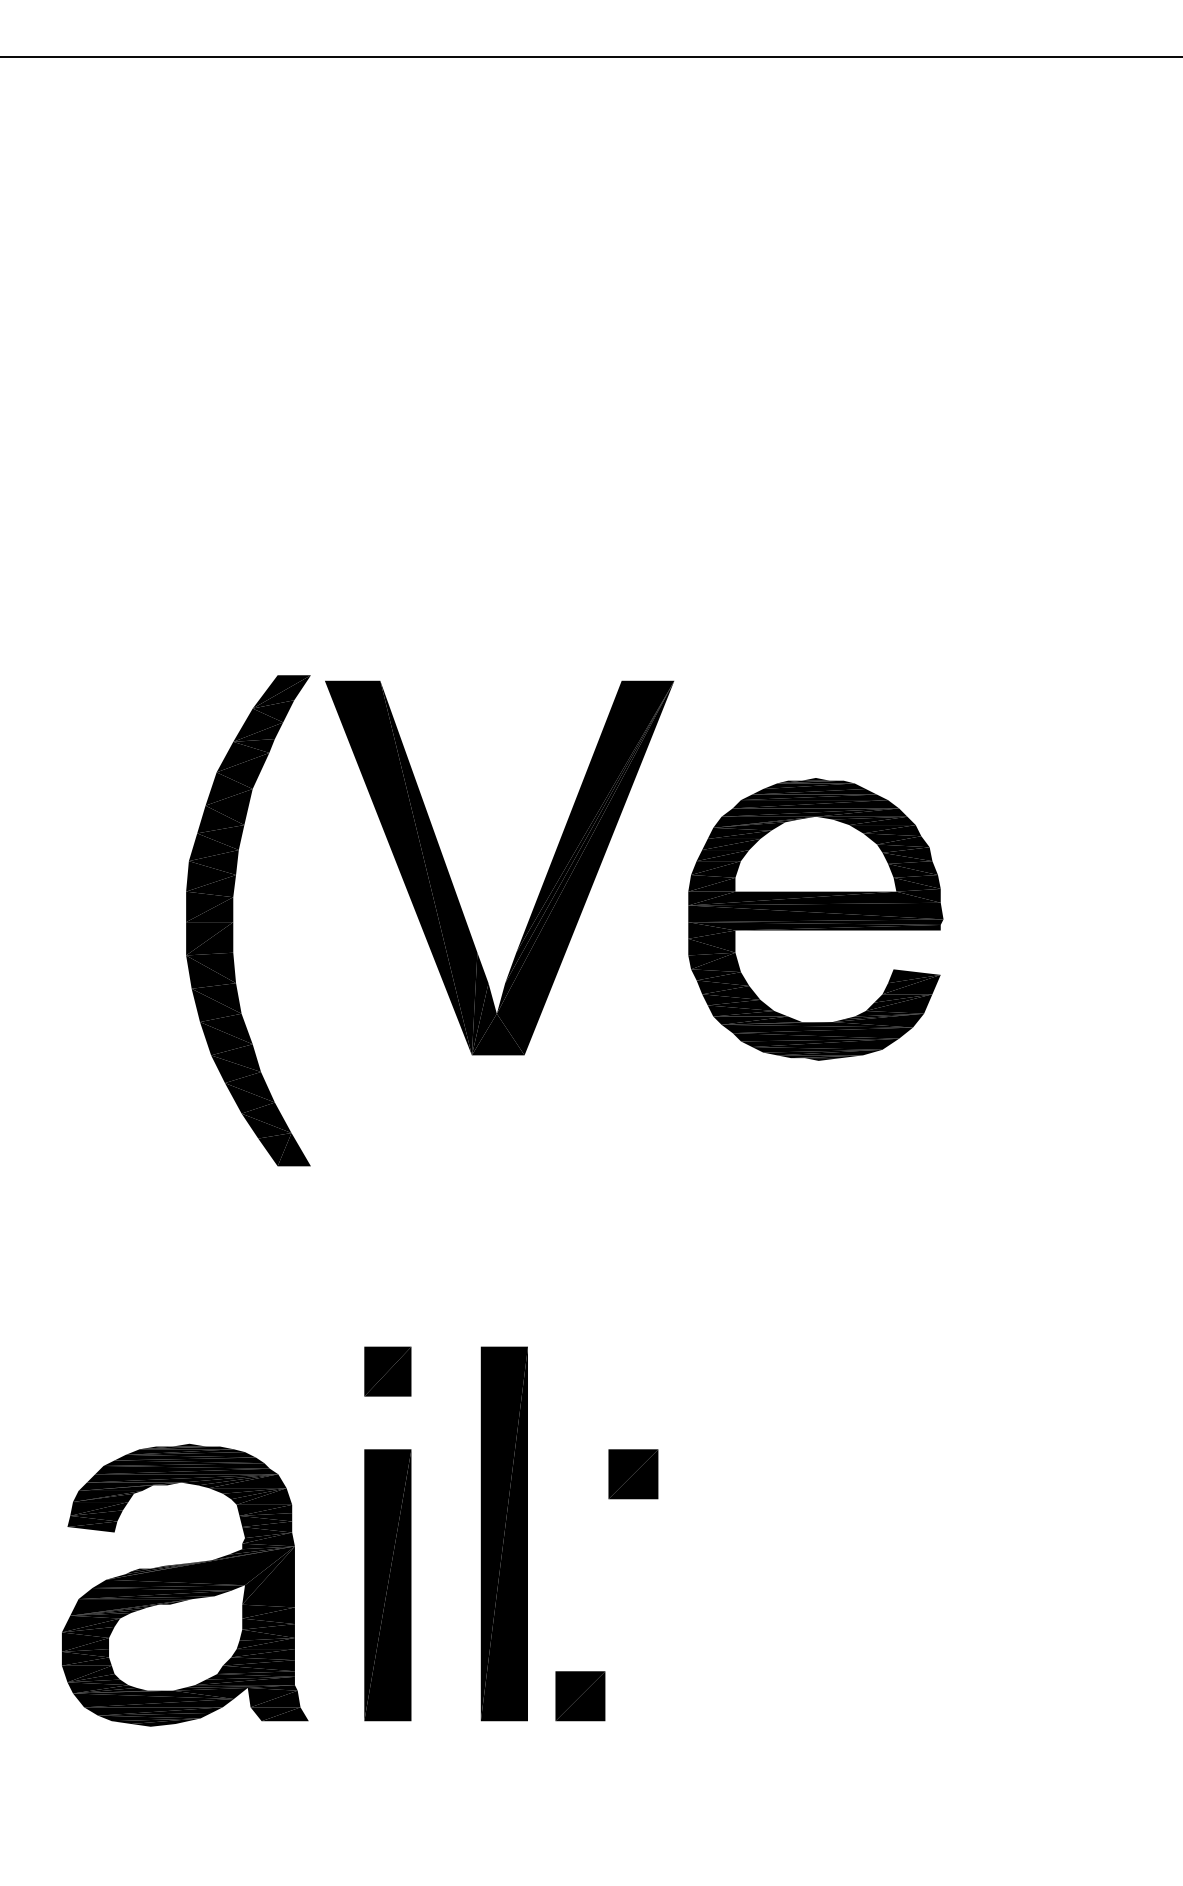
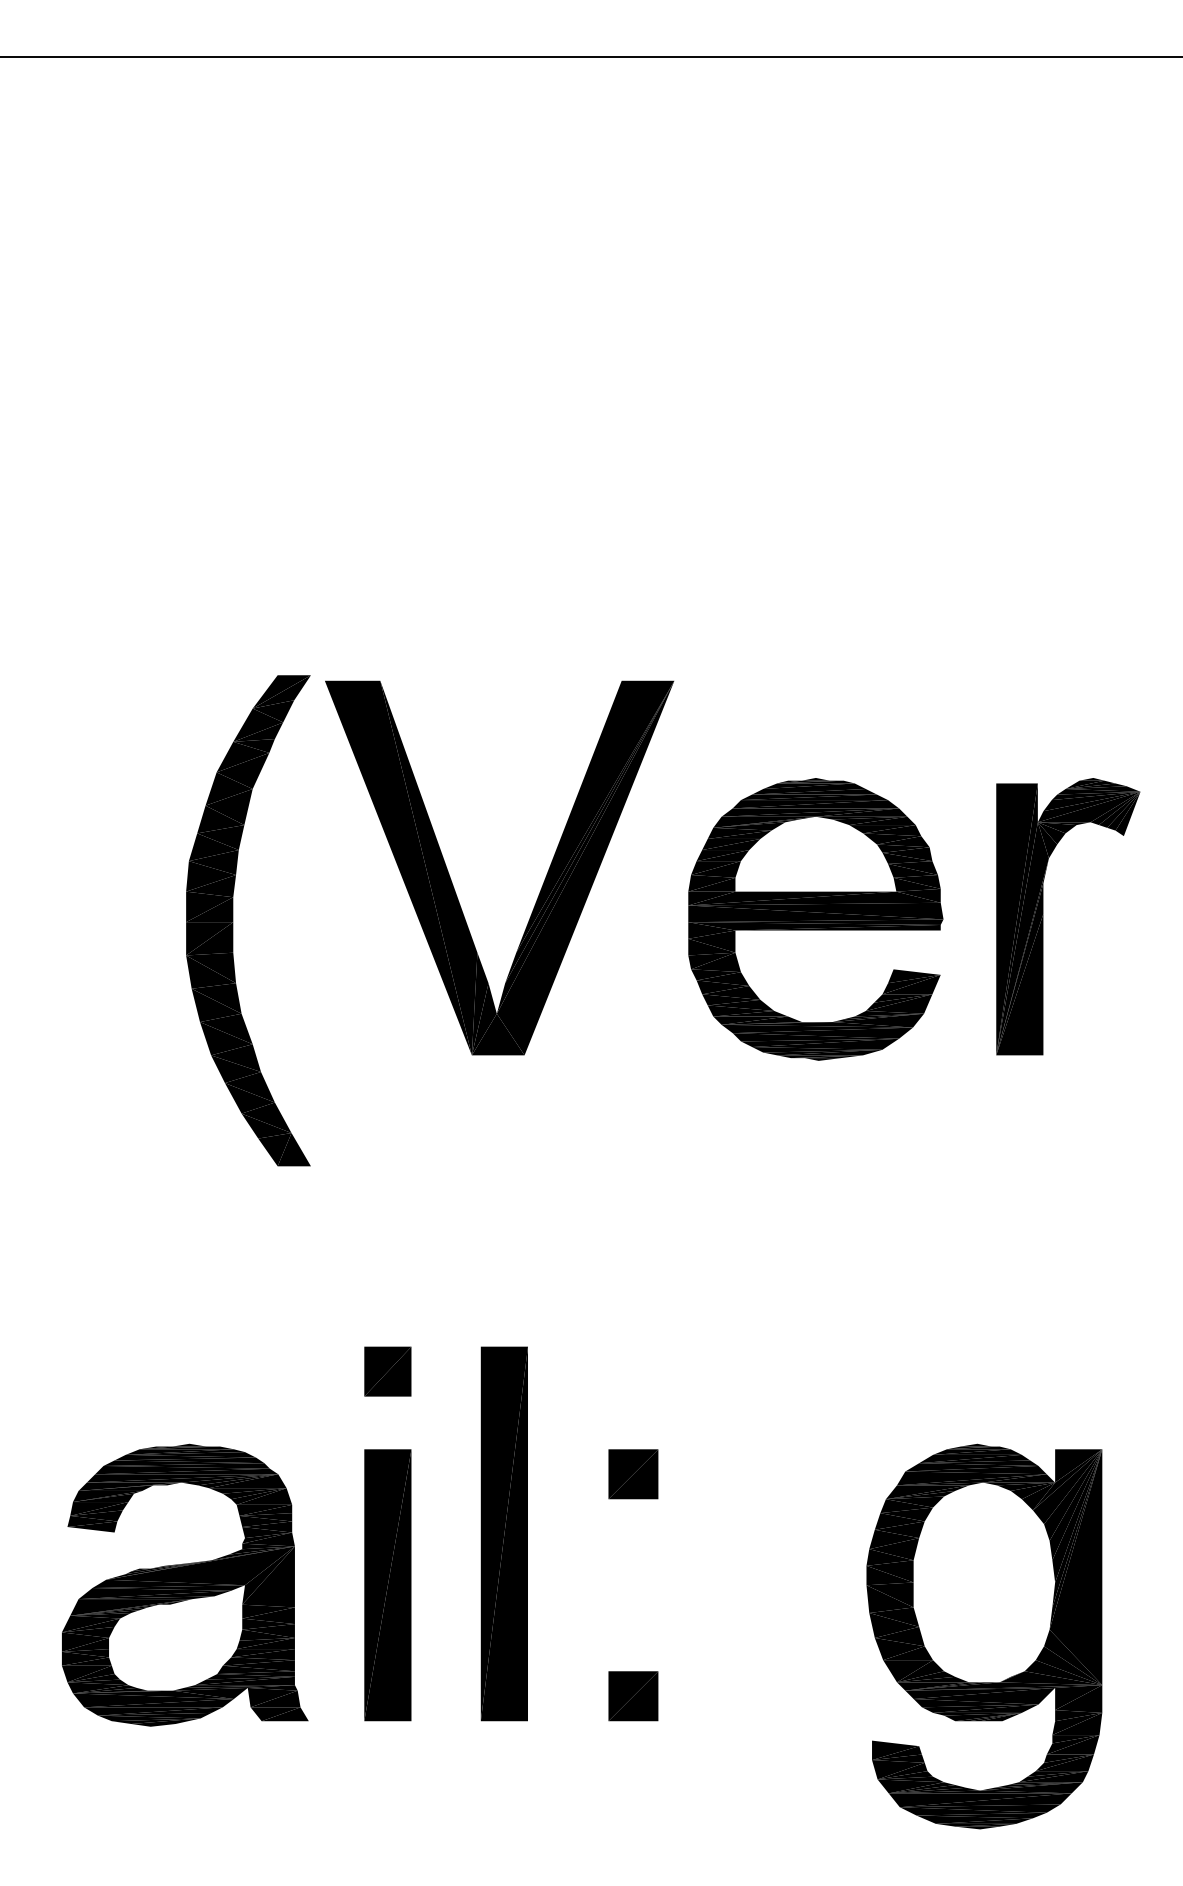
part at (1043, 916): none -> present
part at (984, 1636): none -> present
part at (580, 1696) position: (580, 1696) -> (633, 1696)
